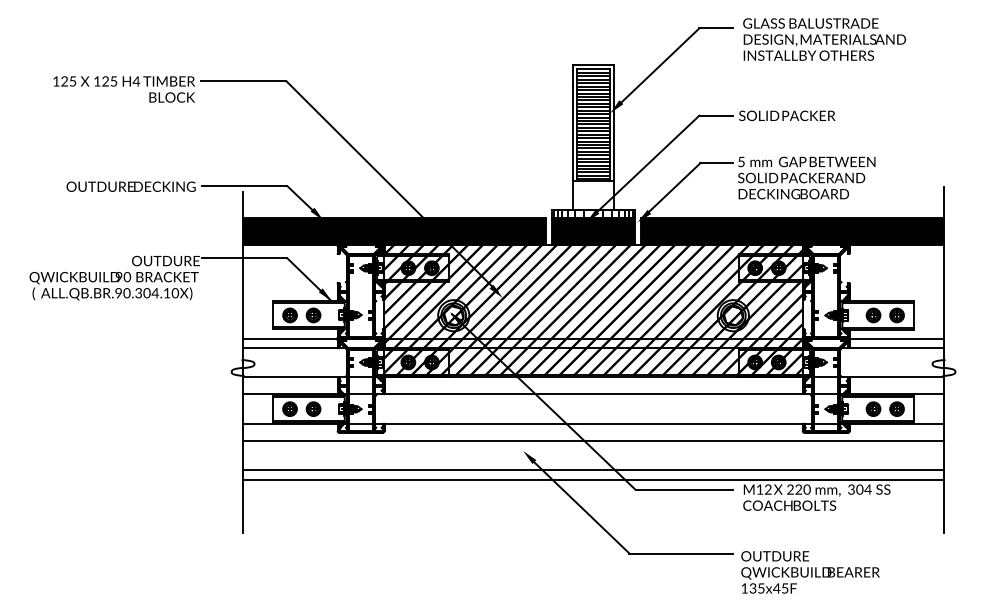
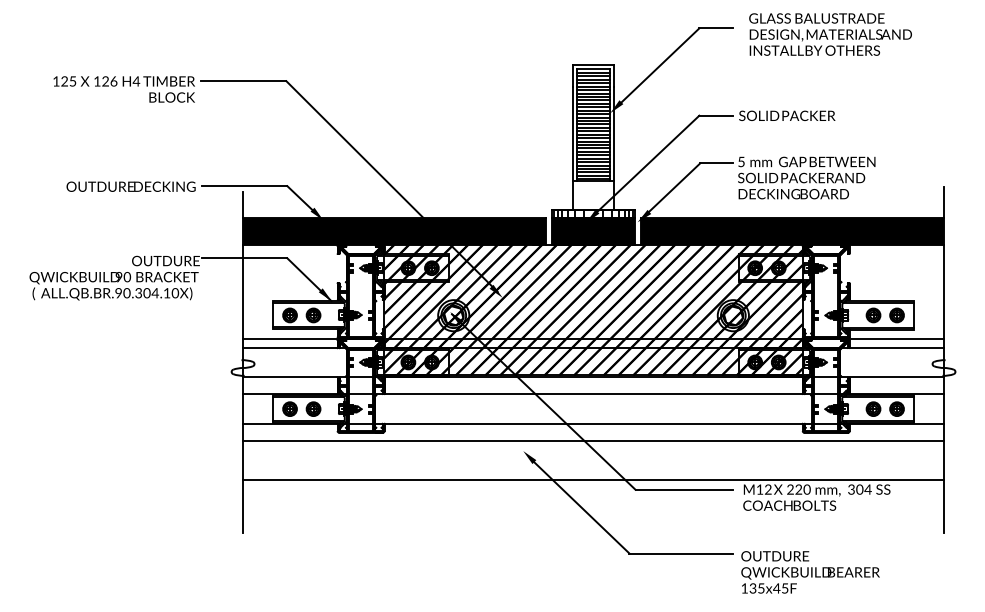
text at (824, 39) position: (824, 39) -> (830, 34)
text at (113, 81): 125 -> 126
line at (593, 470): present -> none
